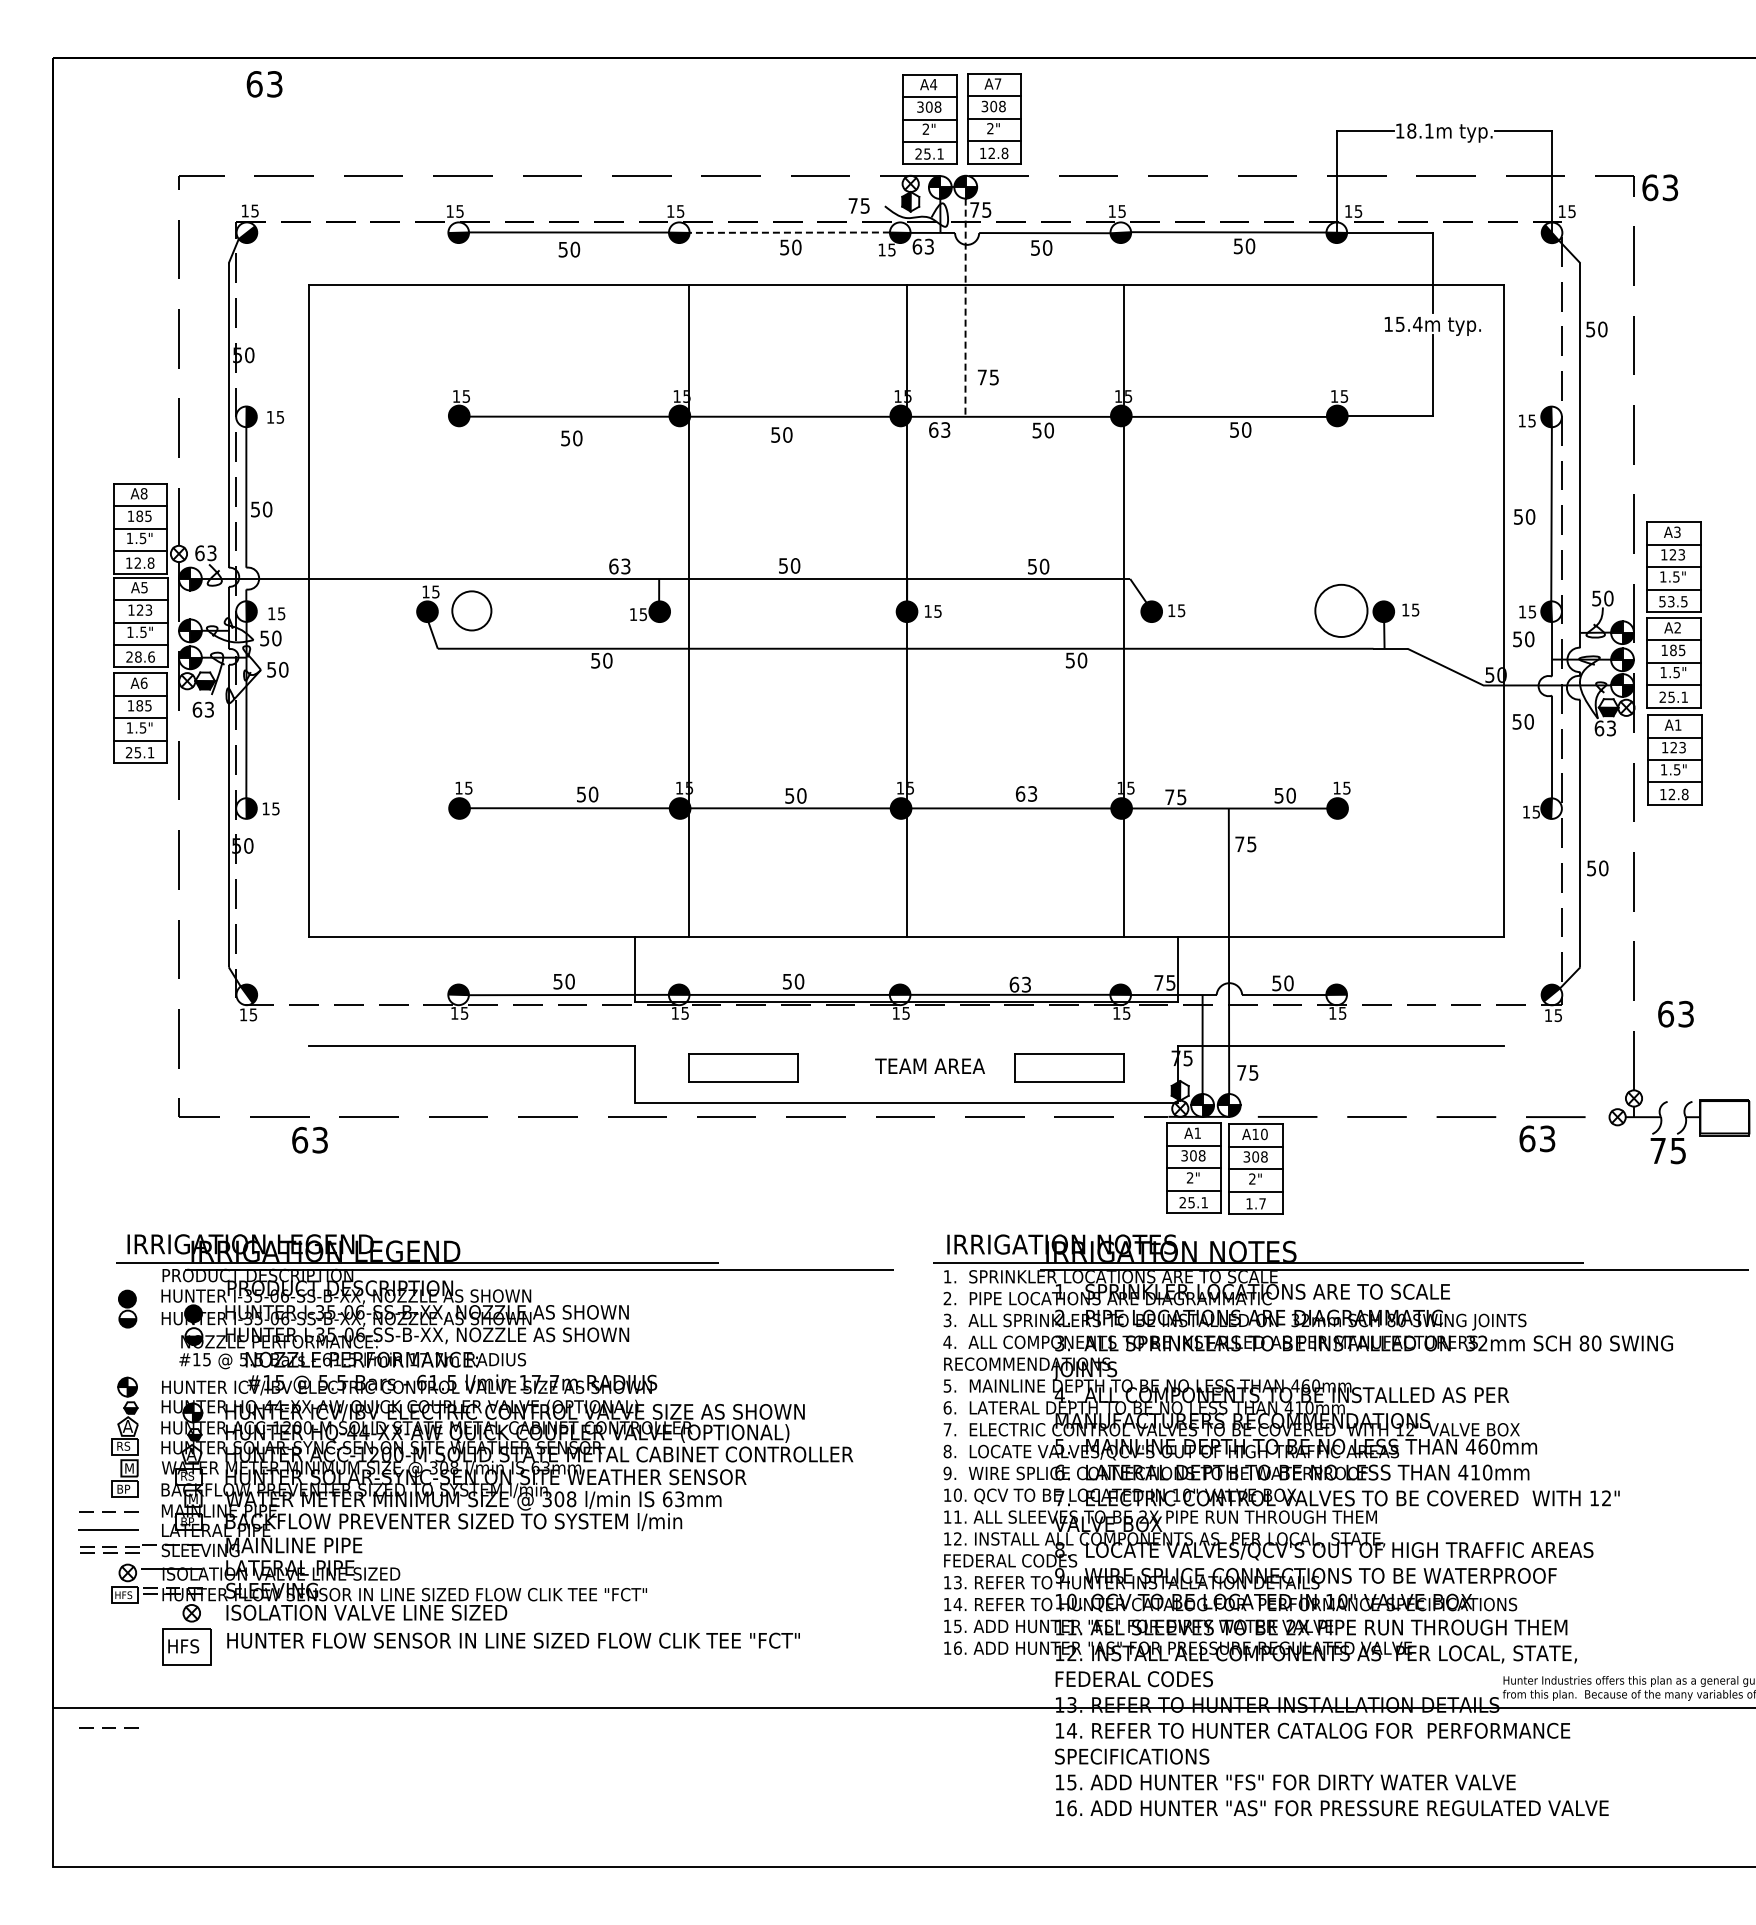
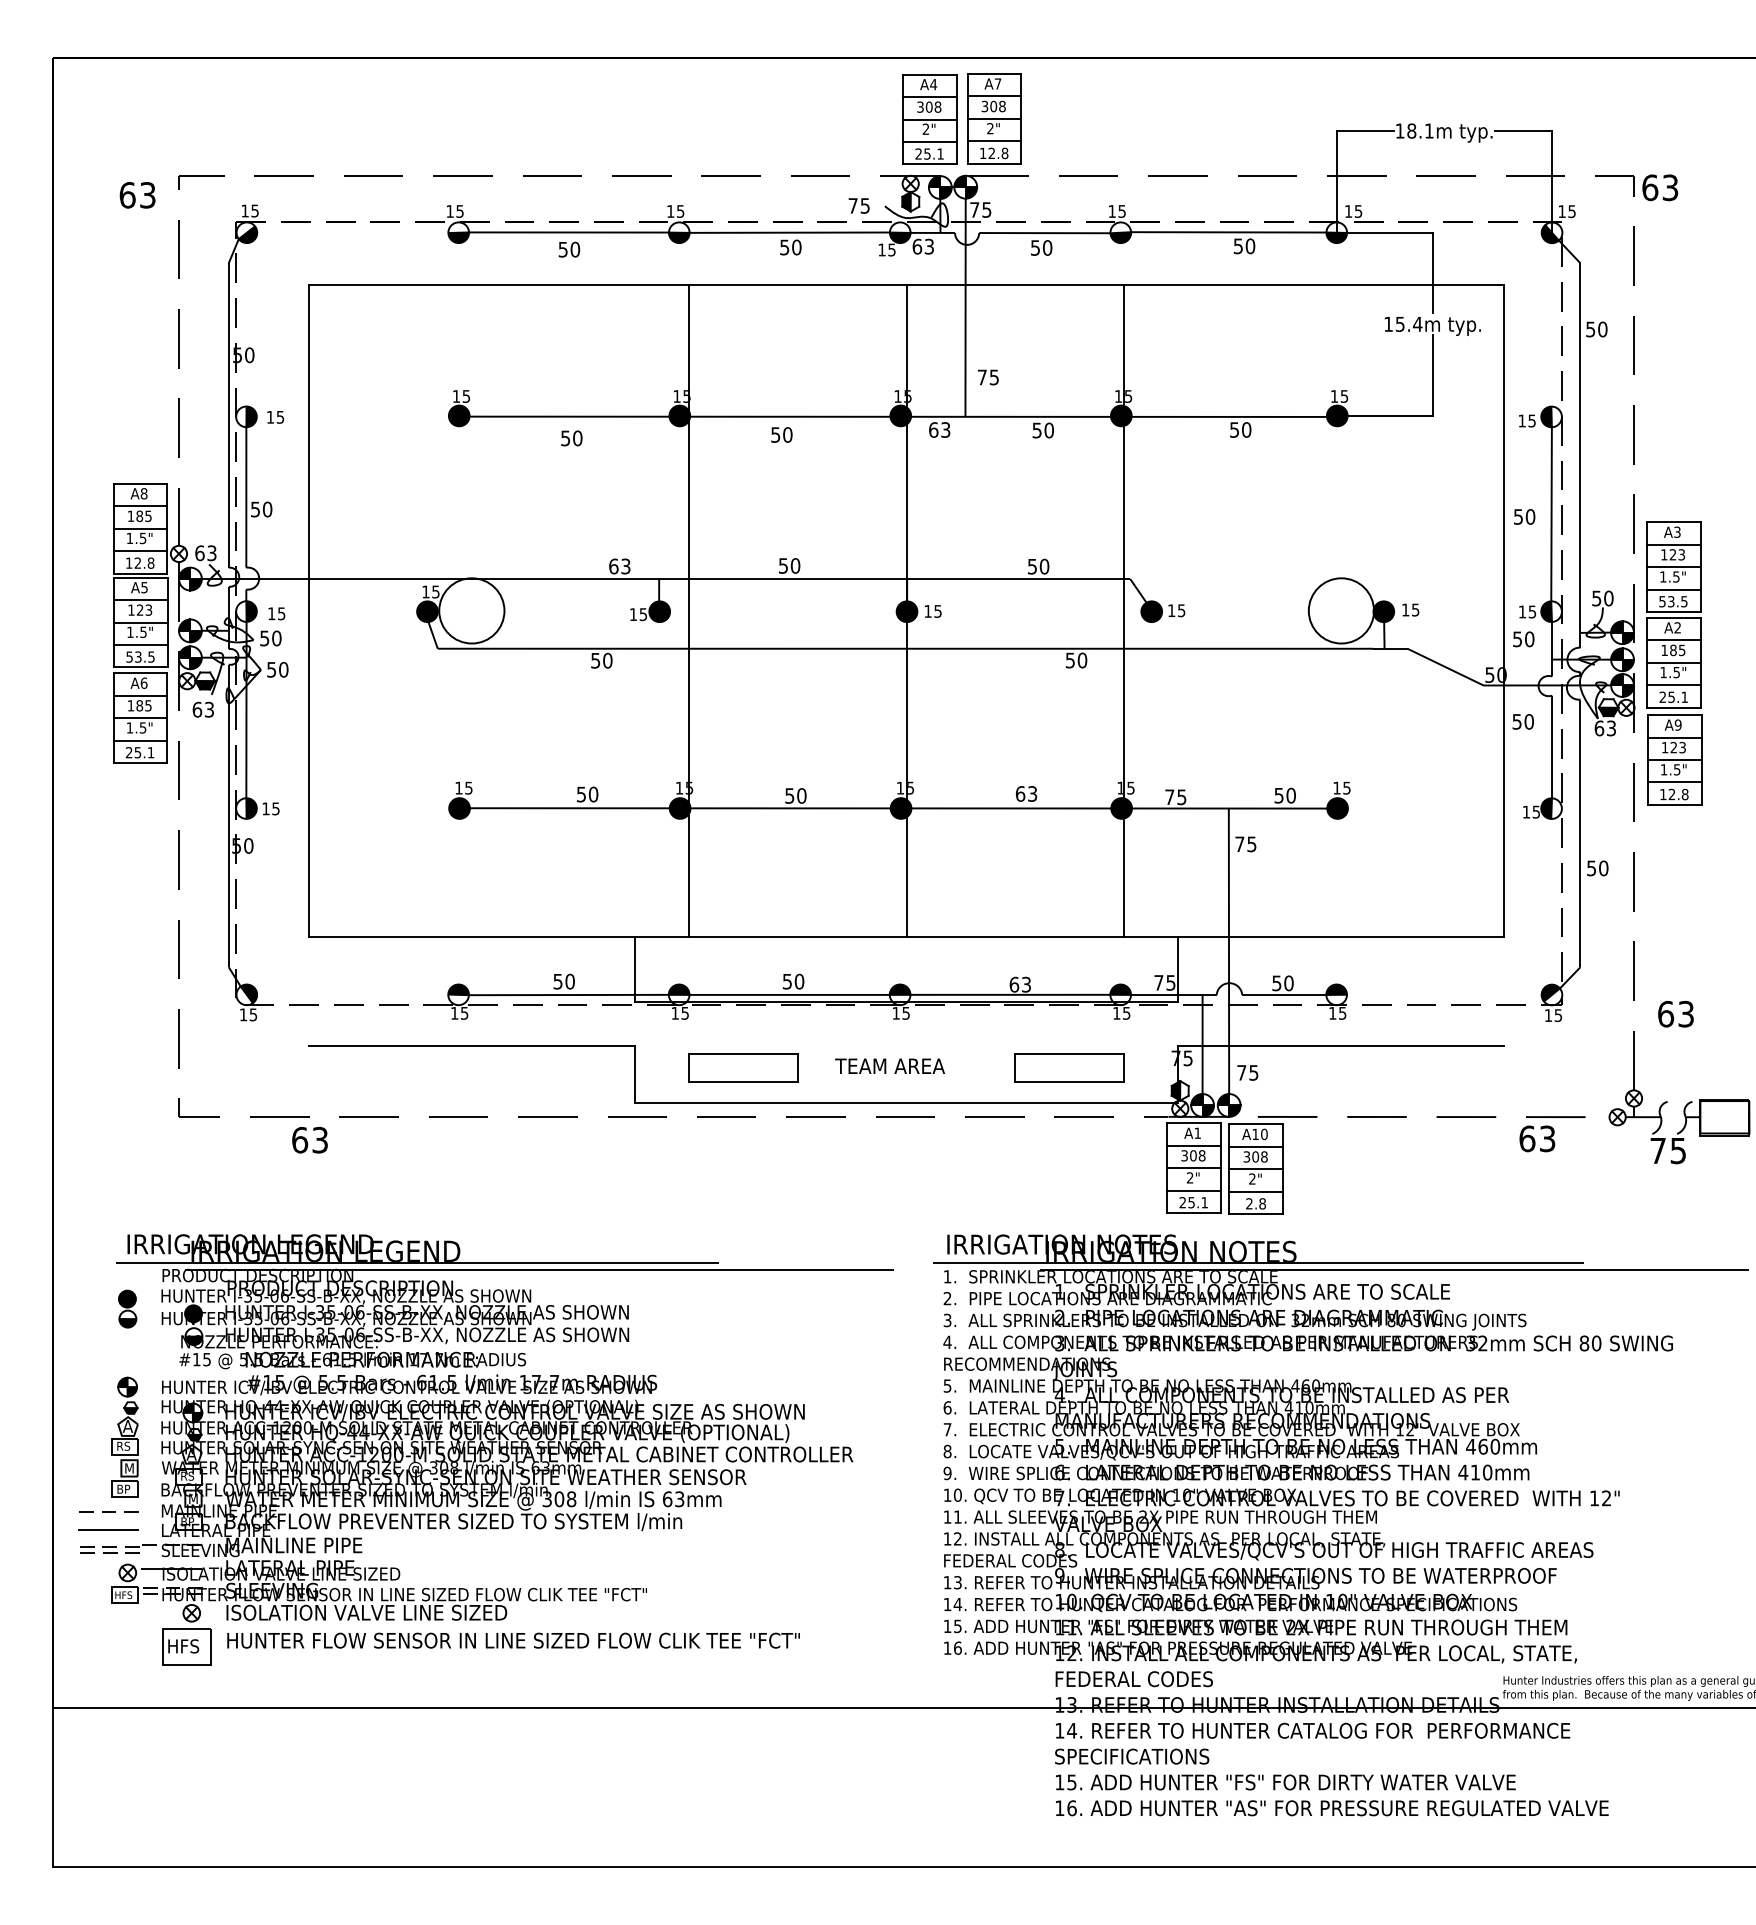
text at (264, 84) position: (264, 84) -> (137, 195)
line at (789, 232): dashed -> solid
line at (965, 308): dashed -> solid
circle at (471, 610) diameter: 39 px -> 65 px
circle at (1341, 610) diameter: 52 px -> 65 px
text at (140, 656): 28.6 -> 53.5
text at (1677, 724): A1 -> A9
text at (929, 1065) position: (929, 1065) -> (889, 1065)
text at (1255, 1203): 1.7 -> 2.8
line at (108, 1727): present -> none
